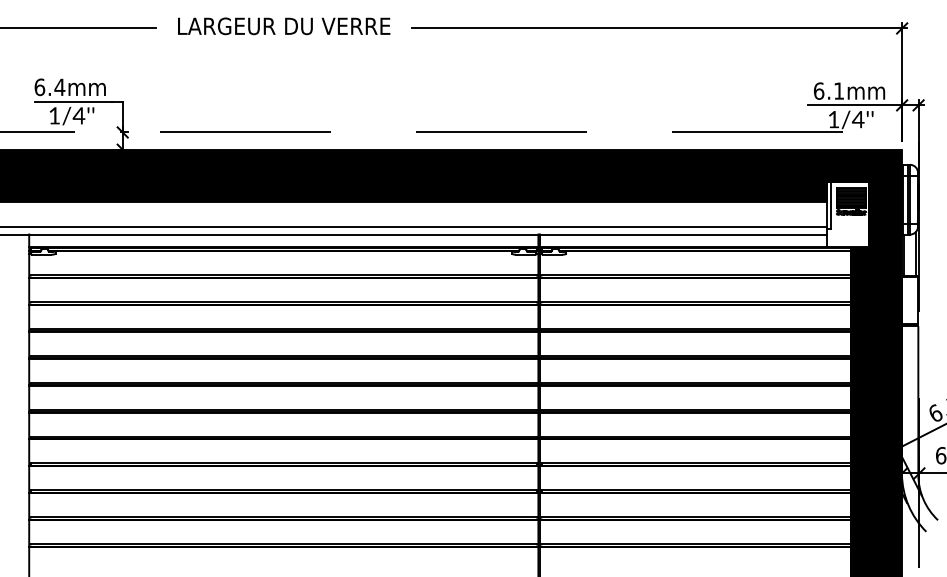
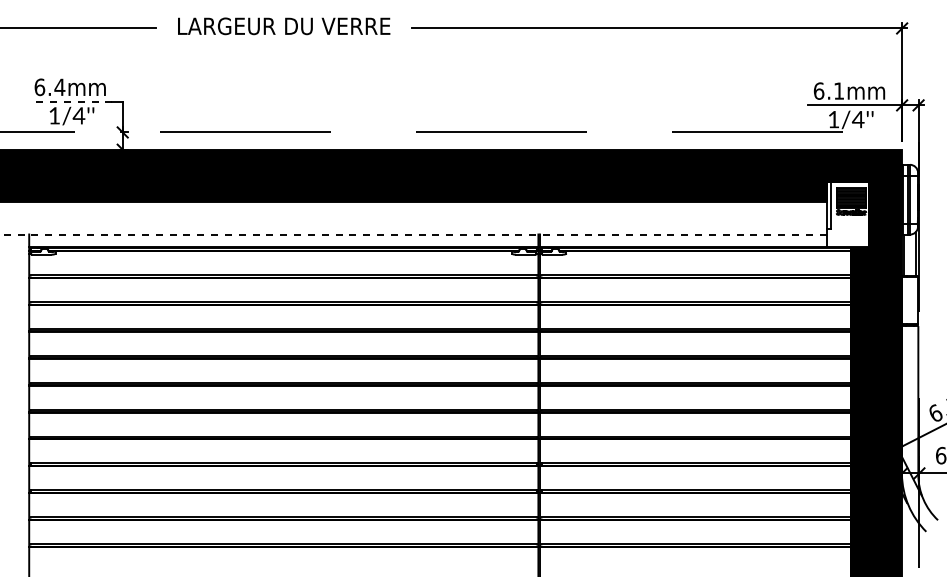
line at (73, 101): solid -> dashed
line at (414, 227): present -> none
line at (412, 234): solid -> dashed
